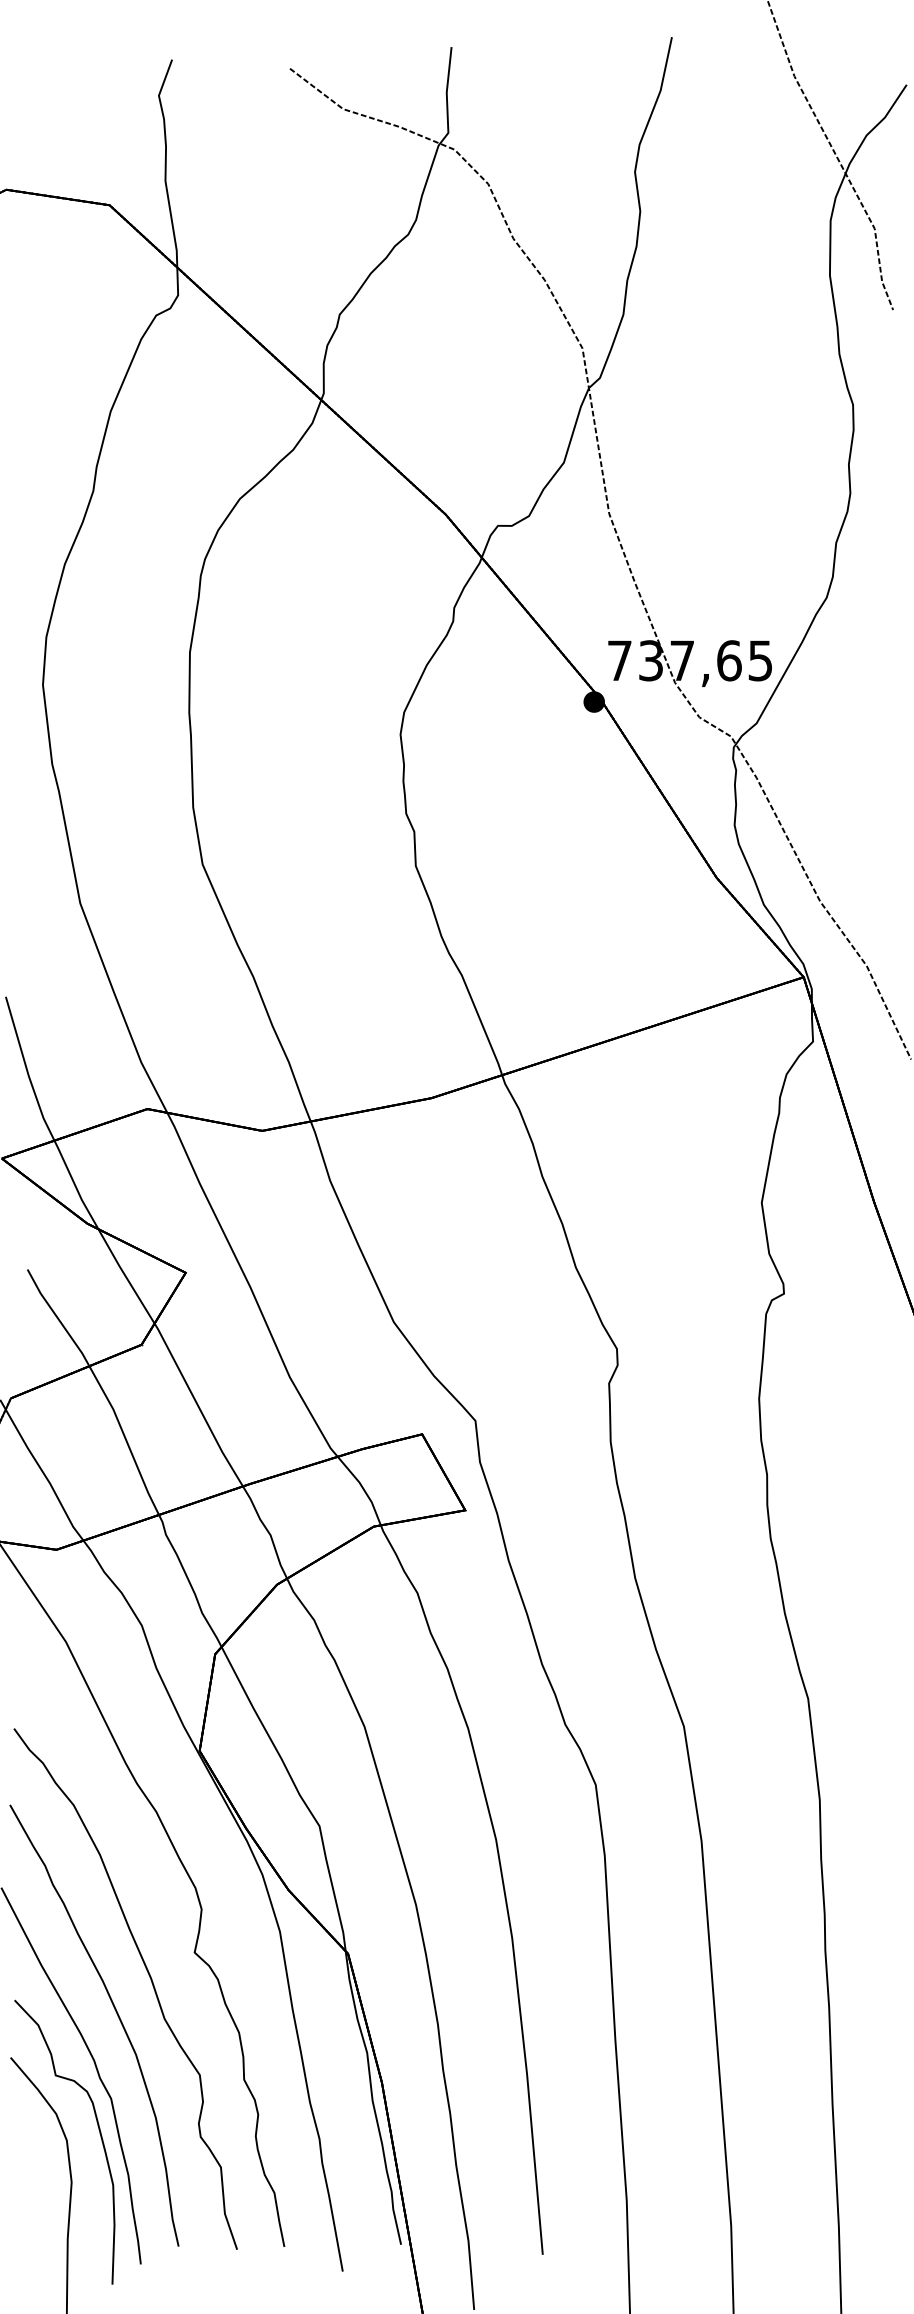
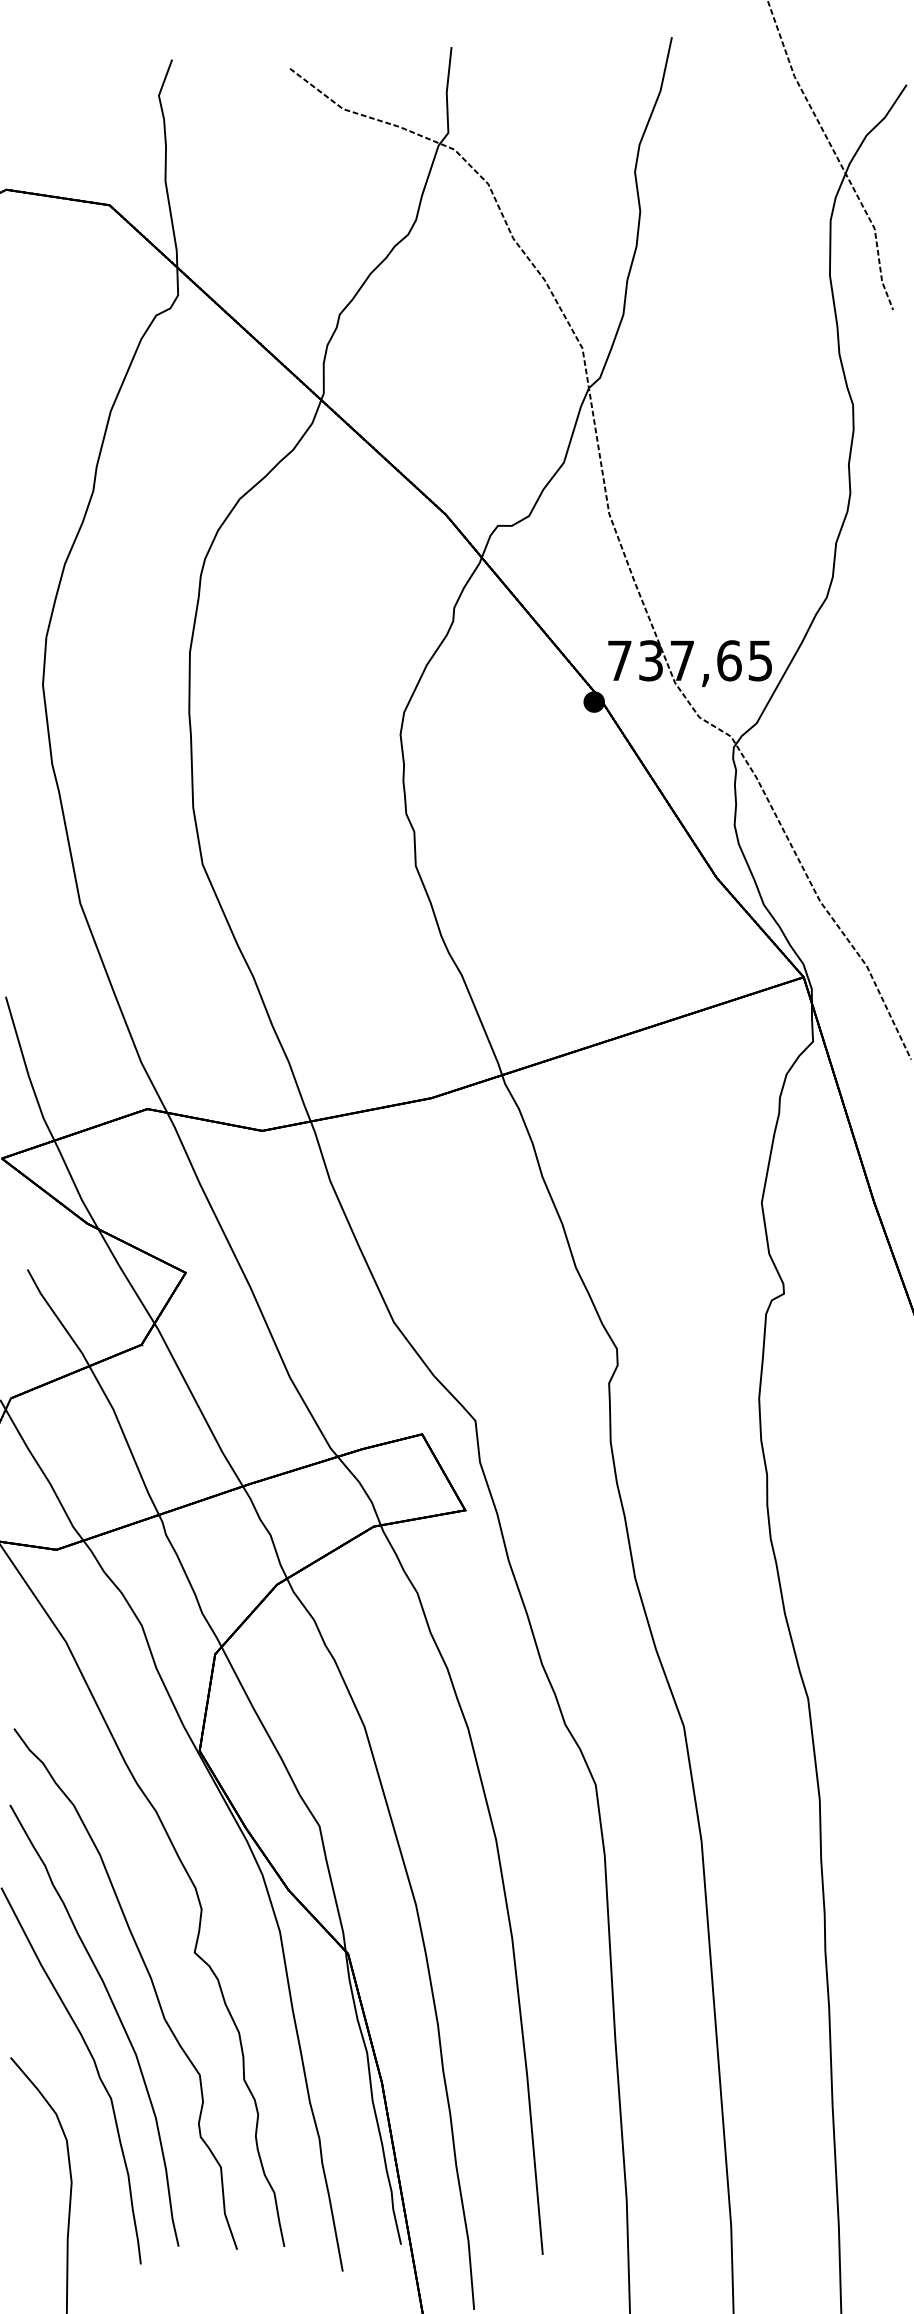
part at (98, 2130): present -> none
